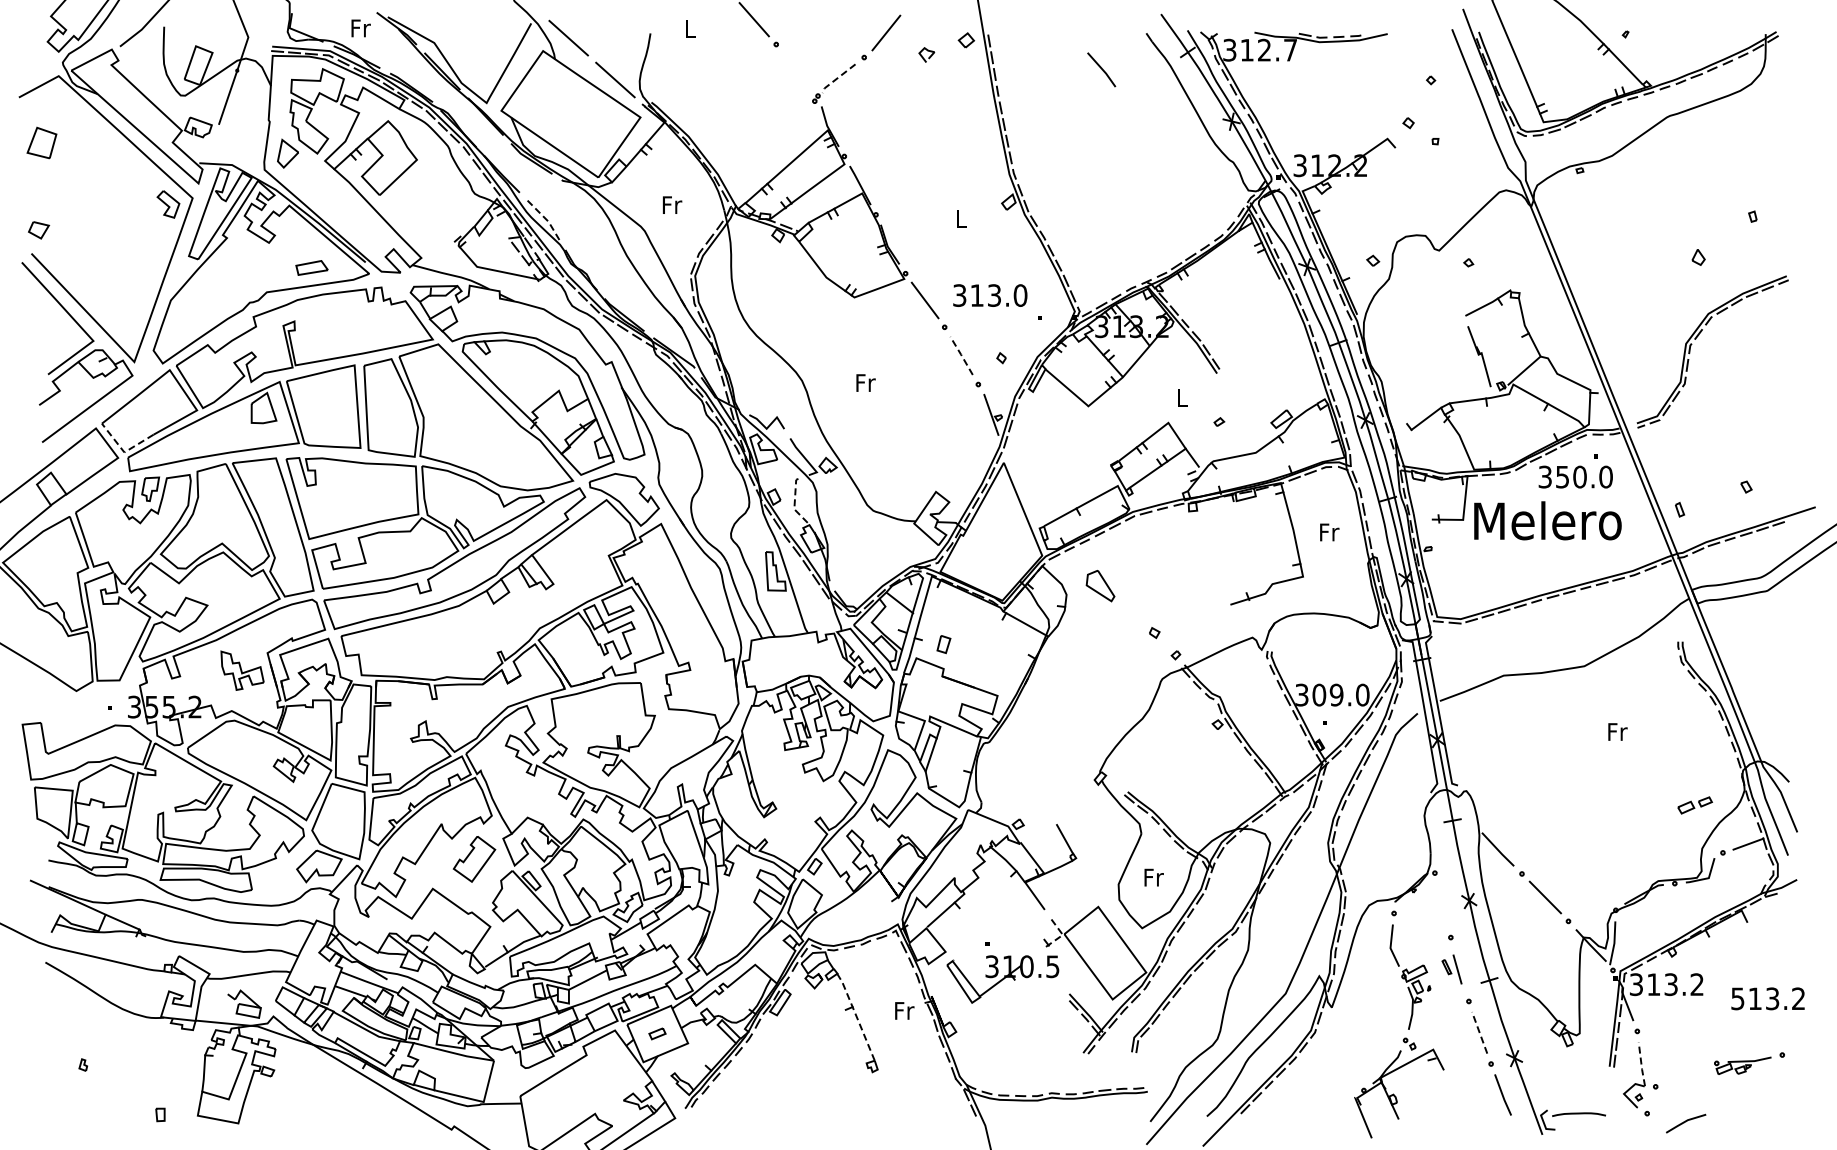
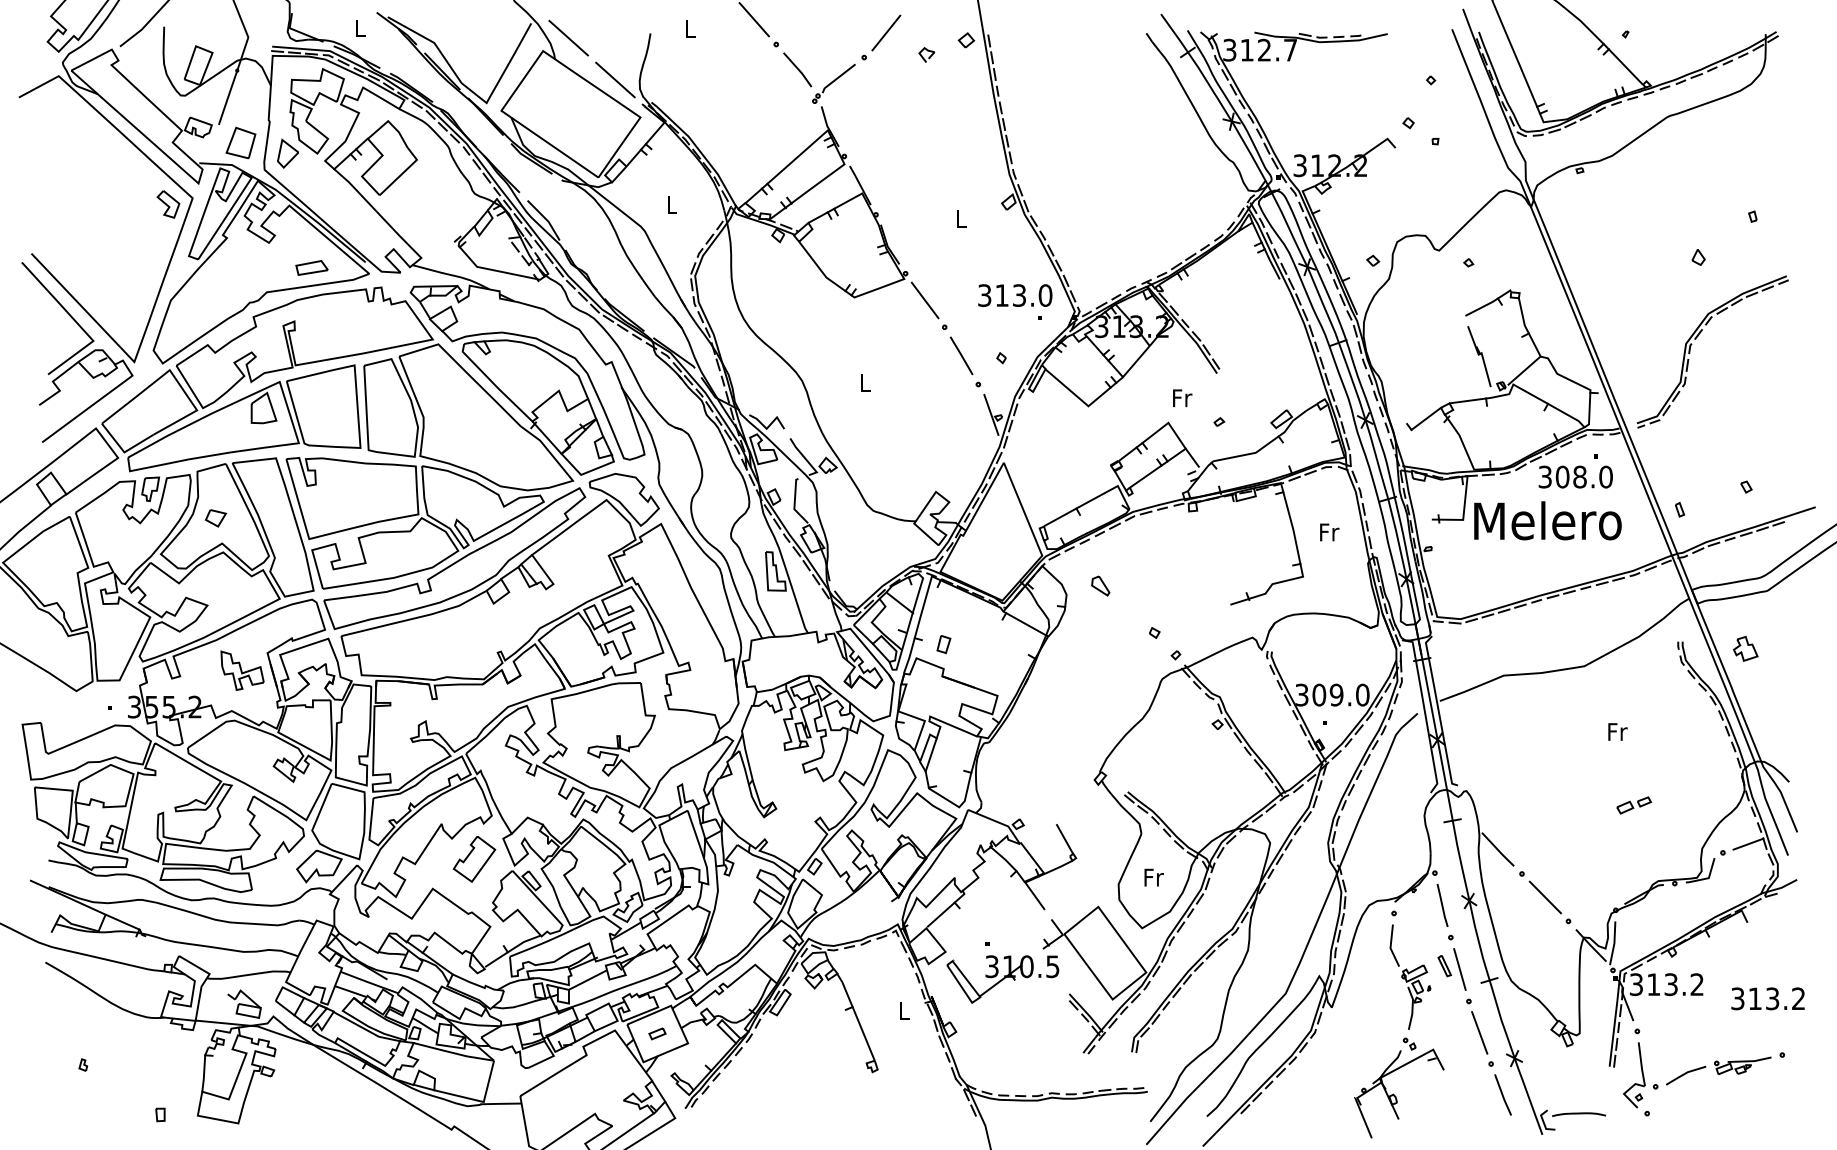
text at (360, 28): Fr -> L
line at (1101, 69) position: (1101, 69) -> (797, 69)
line at (836, 78): dashed -> solid
part at (41, 142) position: (41, 142) -> (240, 142)
text at (672, 204): Fr -> L
line at (546, 219): dashed -> solid
part at (39, 230) position: (39, 230) -> (216, 518)
text at (990, 295) position: (990, 295) -> (1015, 295)
line at (961, 355): dashed -> solid
text at (865, 382): Fr -> L
text at (1182, 398): L -> Fr
line at (123, 451): dashed -> solid
text at (1570, 476): 350.0 -> 308.0
line at (794, 503): dashed -> solid
part at (1100, 586) size: 31x33 px -> 20x22 px
part at (1745, 648): none -> present
part at (1694, 805) position: (1694, 805) -> (1633, 805)
line at (1442, 905): none -> present
line at (1061, 936): dashed -> solid
part at (1451, 969) size: 22x31 px -> 30x43 px
text at (1738, 998): 513.2 -> 313.2
text at (904, 1010): Fr -> L
line at (856, 1016): dashed -> solid
line at (1479, 1032): dashed -> solid
line at (1641, 1064): dashed -> solid
line at (1685, 1122) position: (1685, 1122) -> (1685, 1074)
